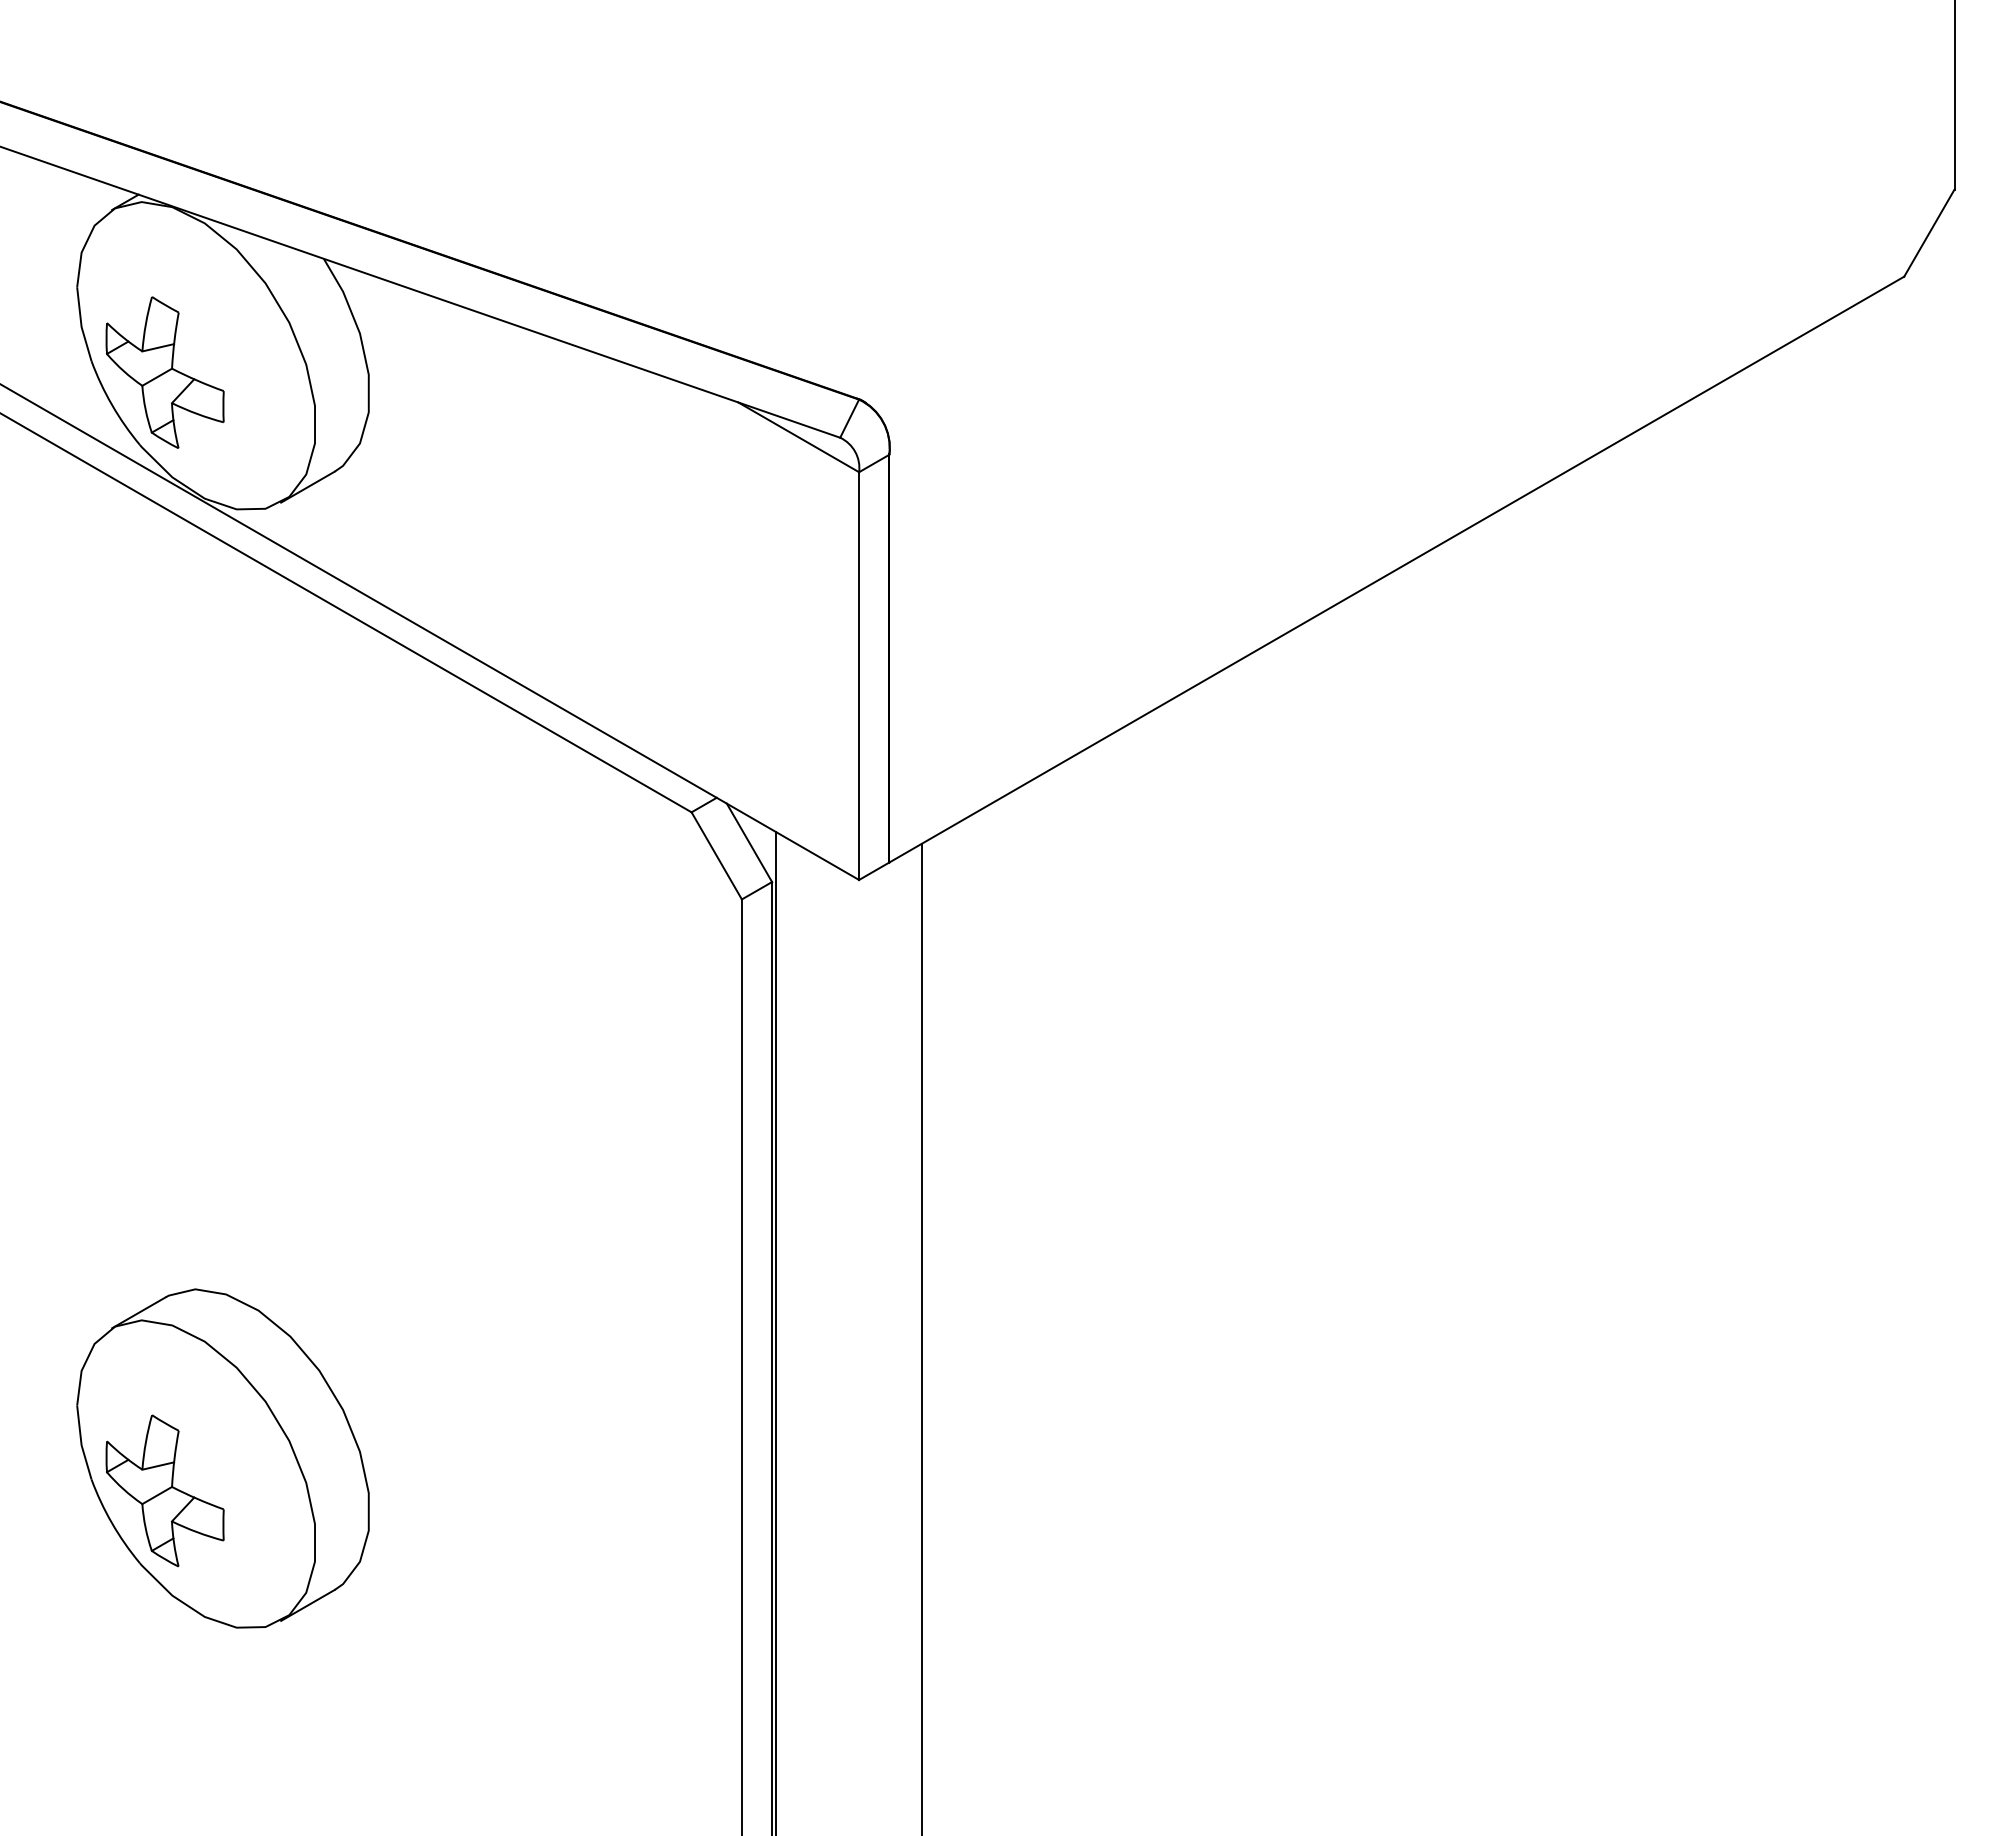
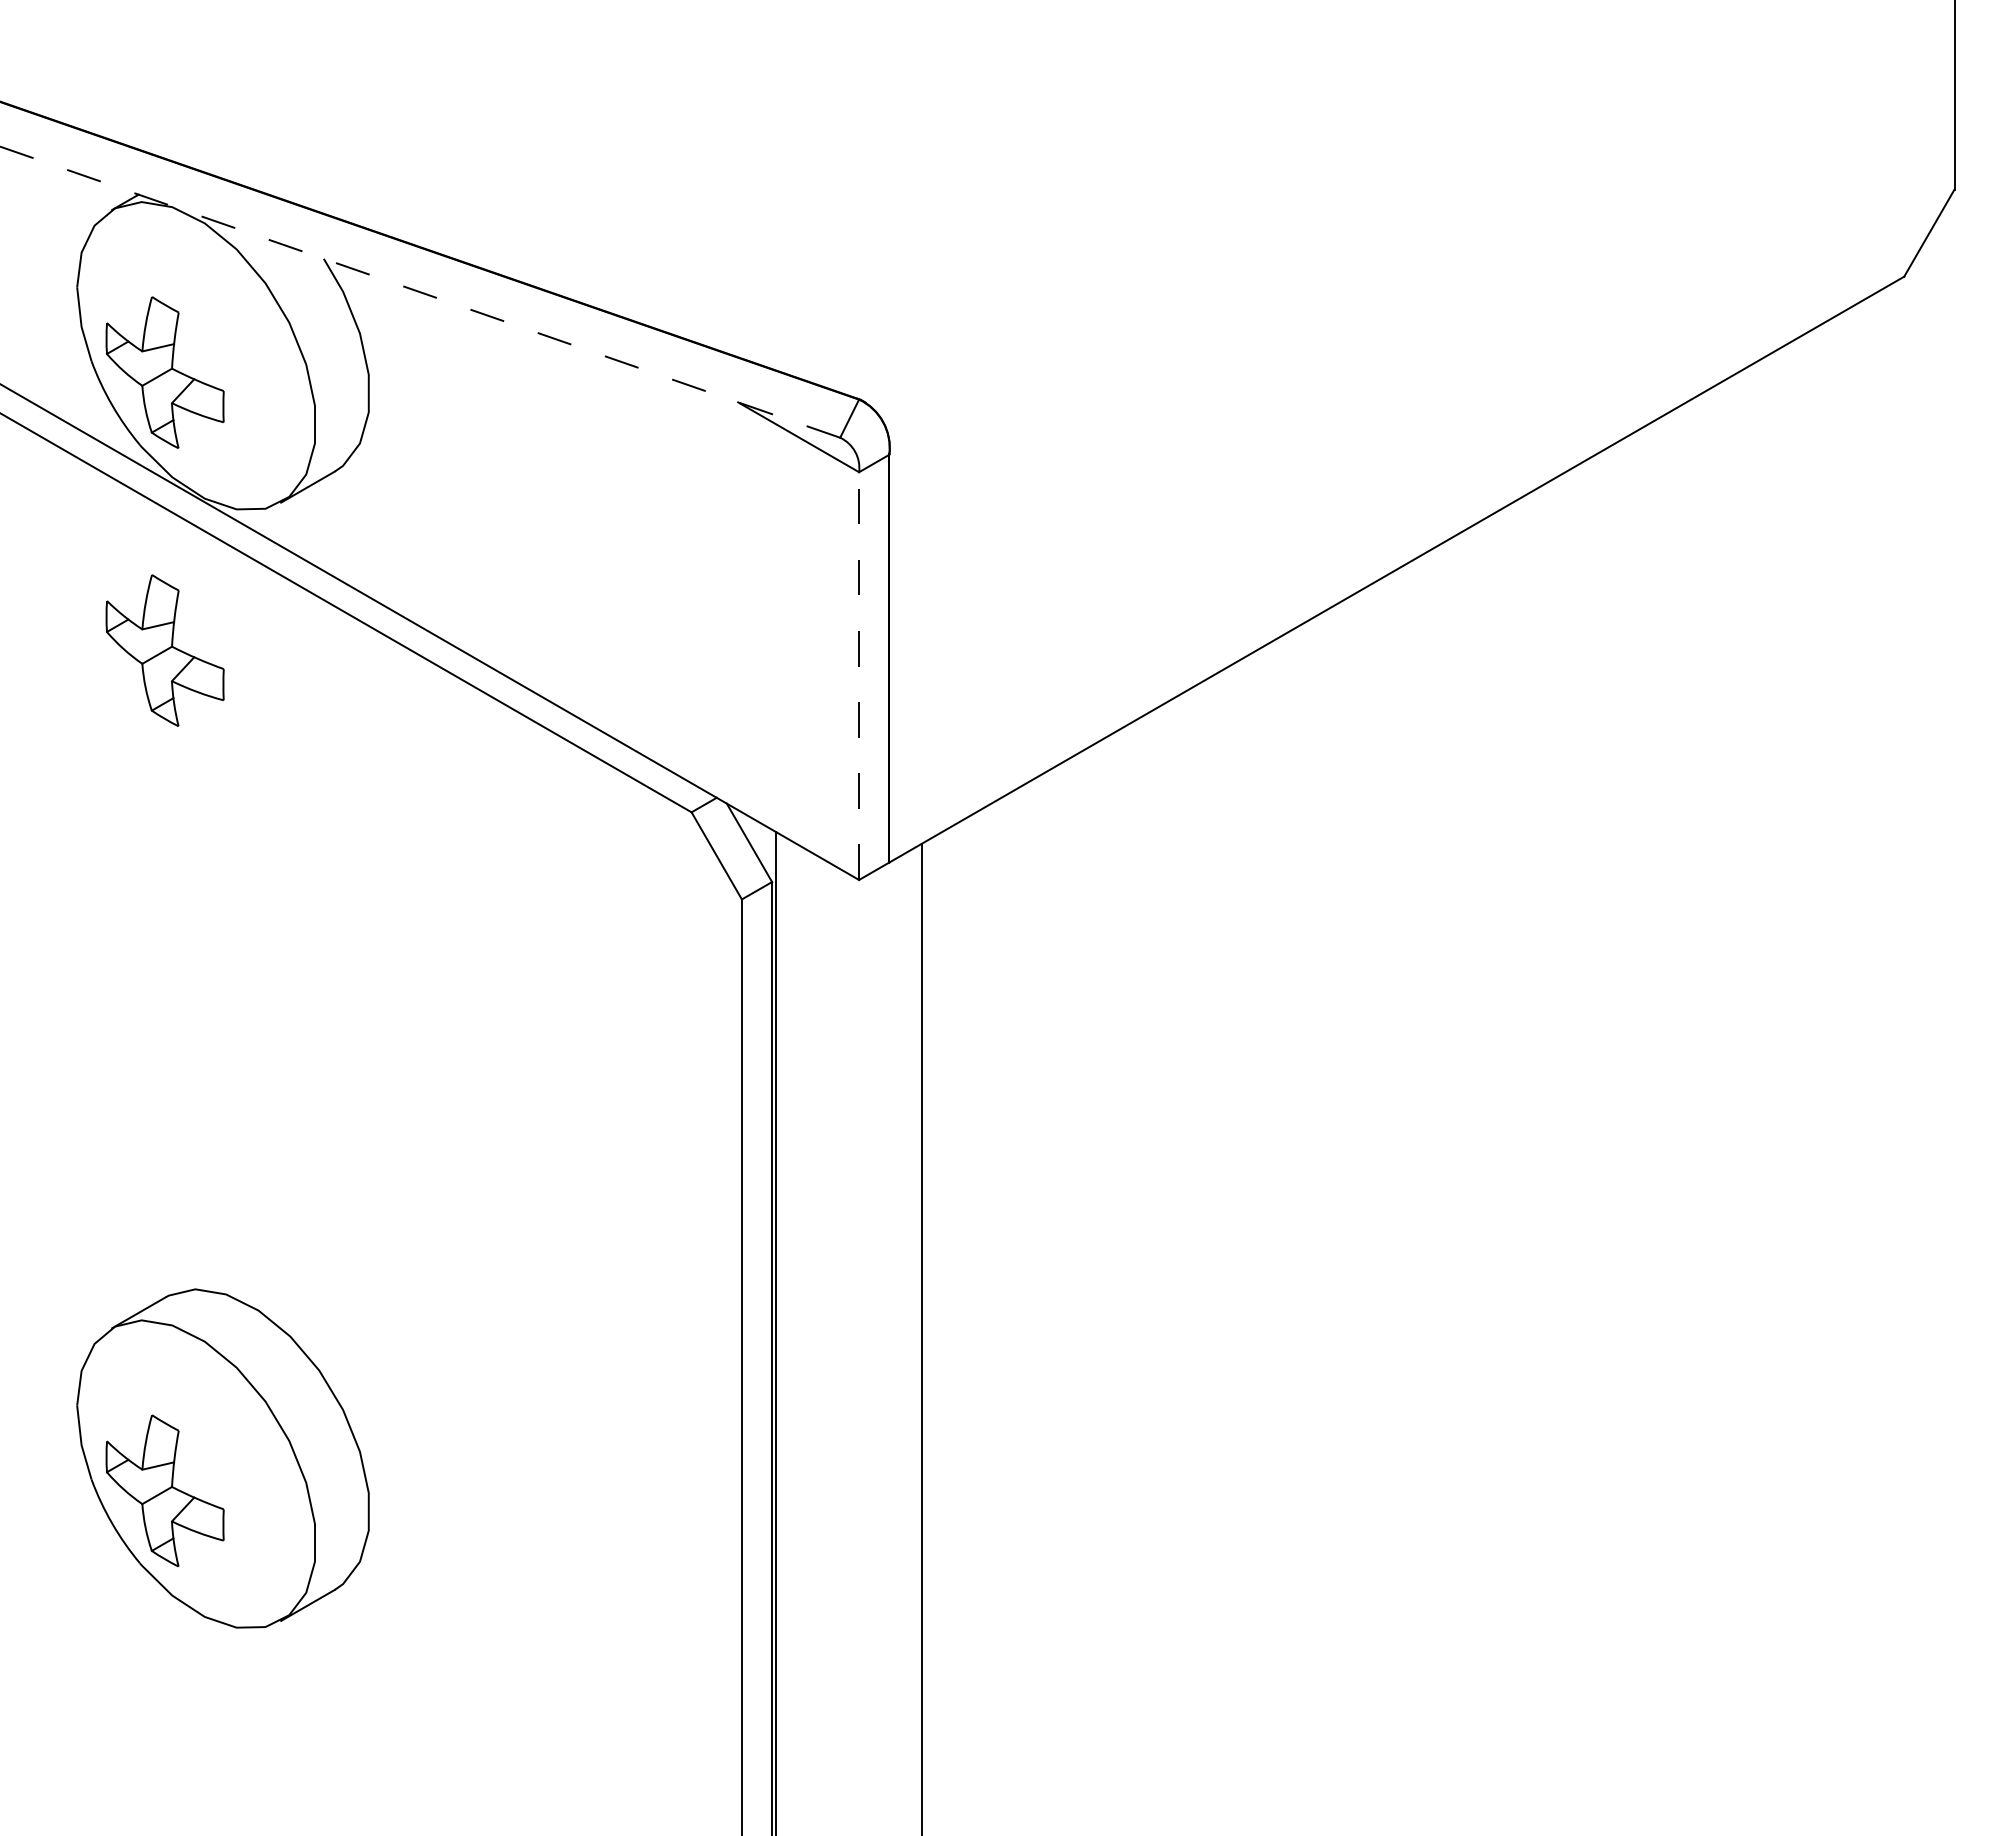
line at (419, 292): solid -> dashed
part at (164, 650): none -> present
line at (859, 676): solid -> dashed
